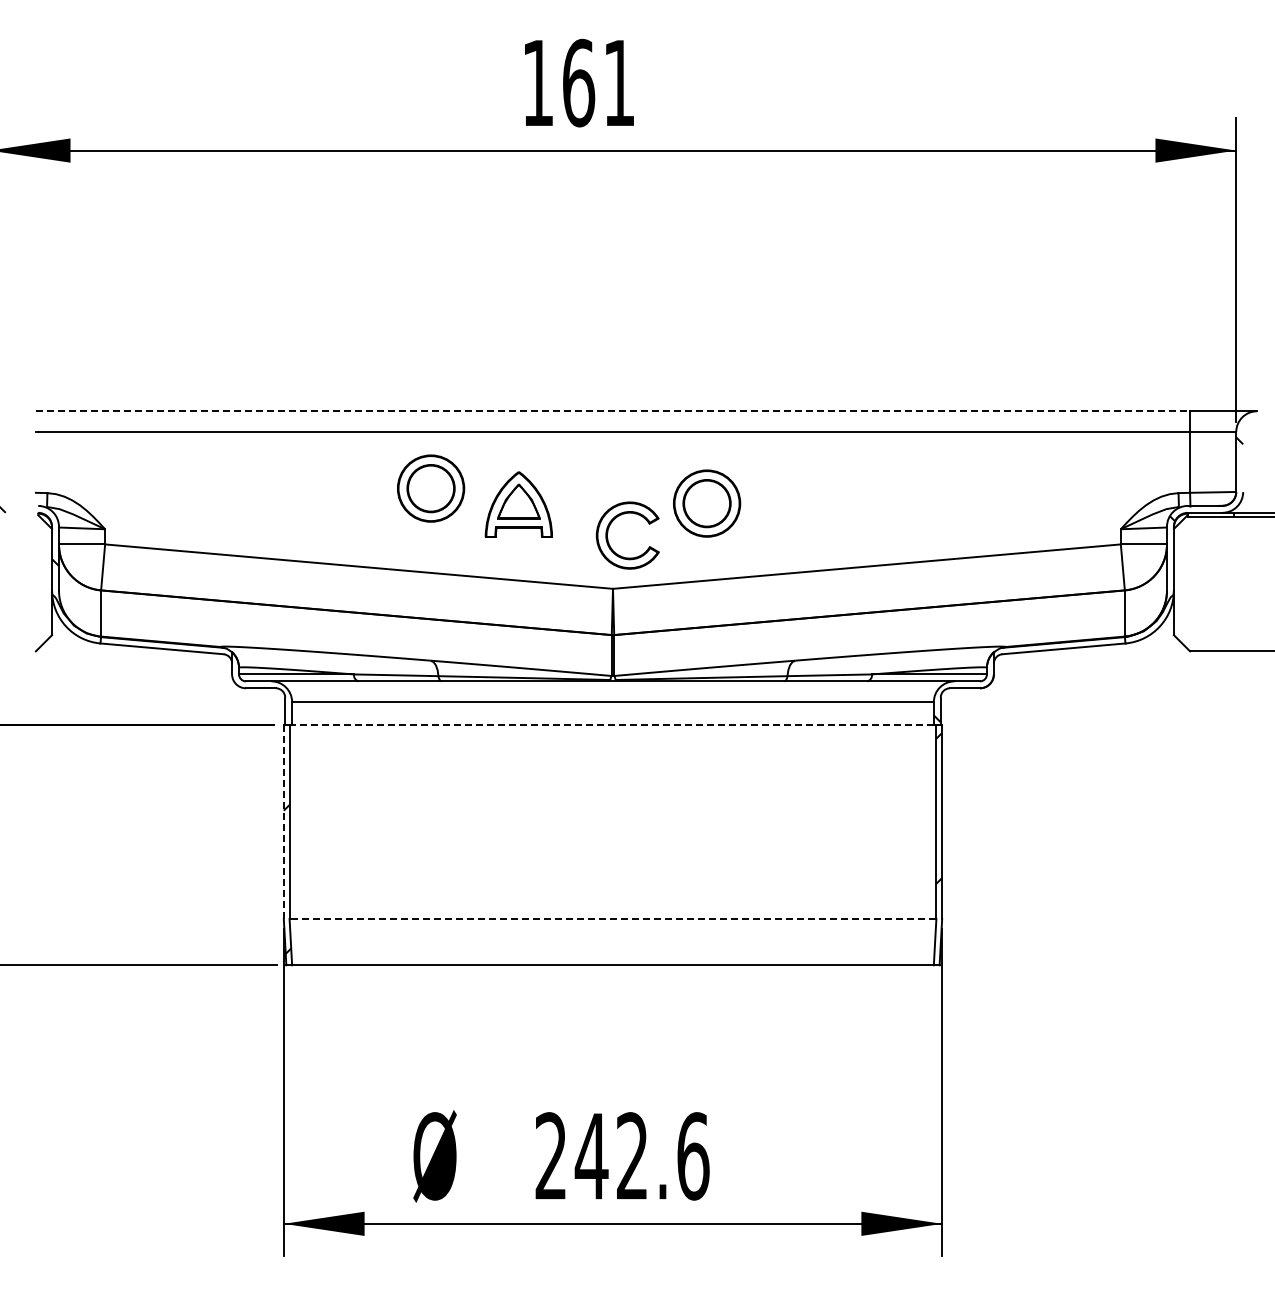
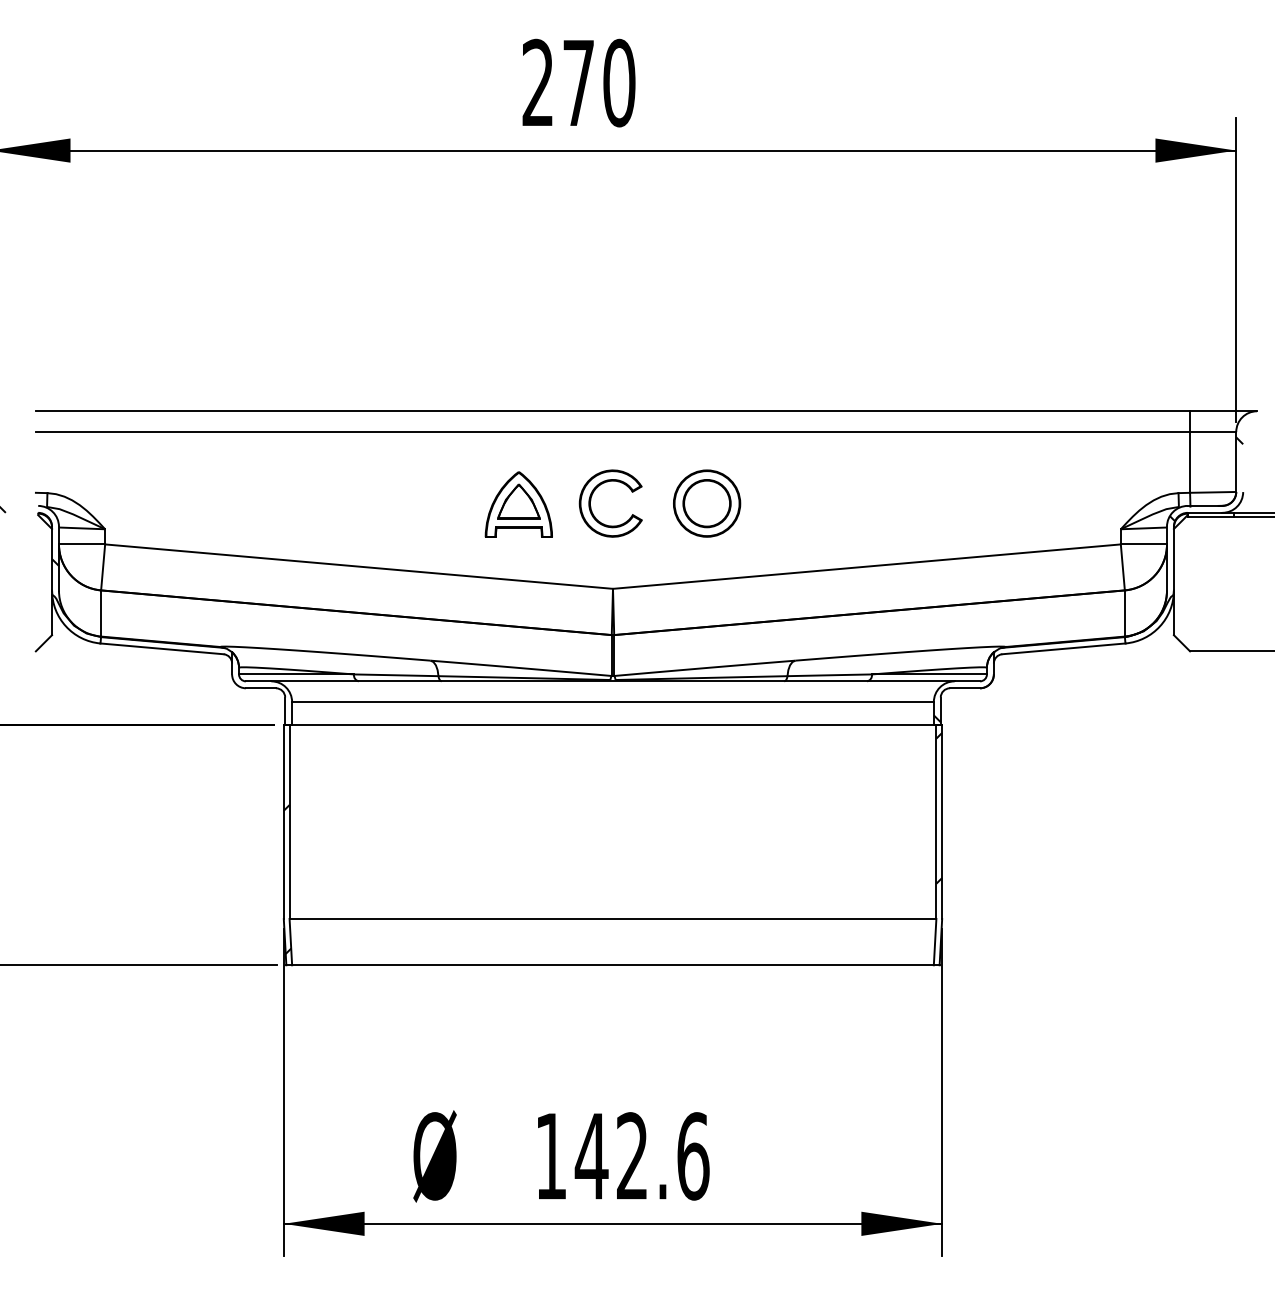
text at (578, 82): 161 -> 270
line at (613, 411): dashed -> solid
part at (431, 488): present -> none
part at (608, 532) position: (608, 532) -> (591, 500)
line at (612, 725): dashed -> solid
line at (283, 822): dashed -> solid
line at (612, 918): dashed -> solid
text at (550, 1155): 242.6 -> 142.6
